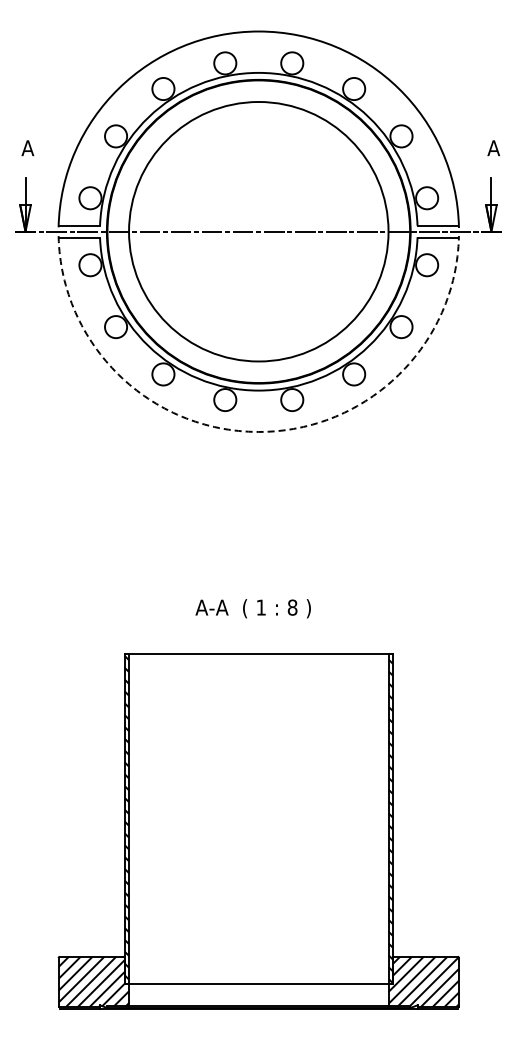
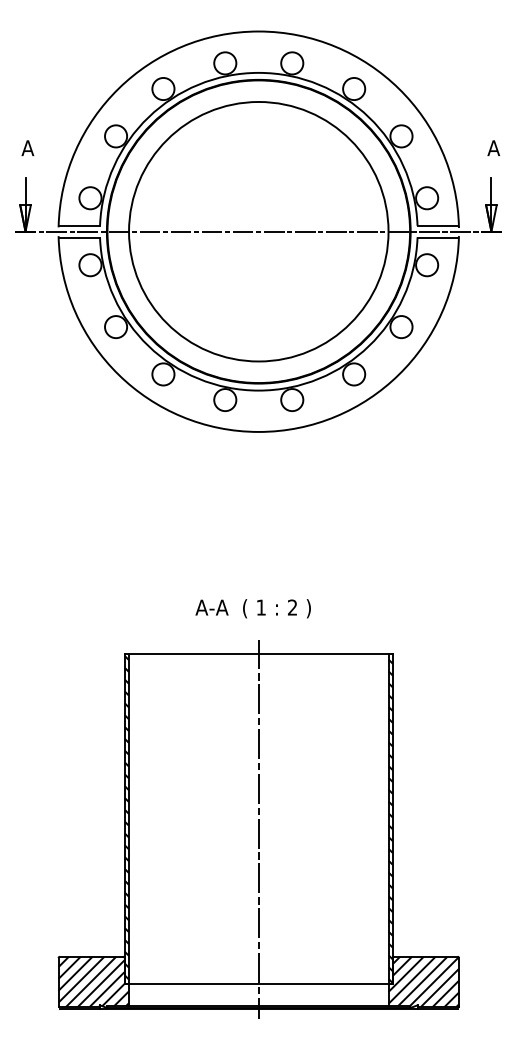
arc at (258, 431): dashed -> solid
text at (292, 607): 8 -> 2
line at (258, 829): none -> present
